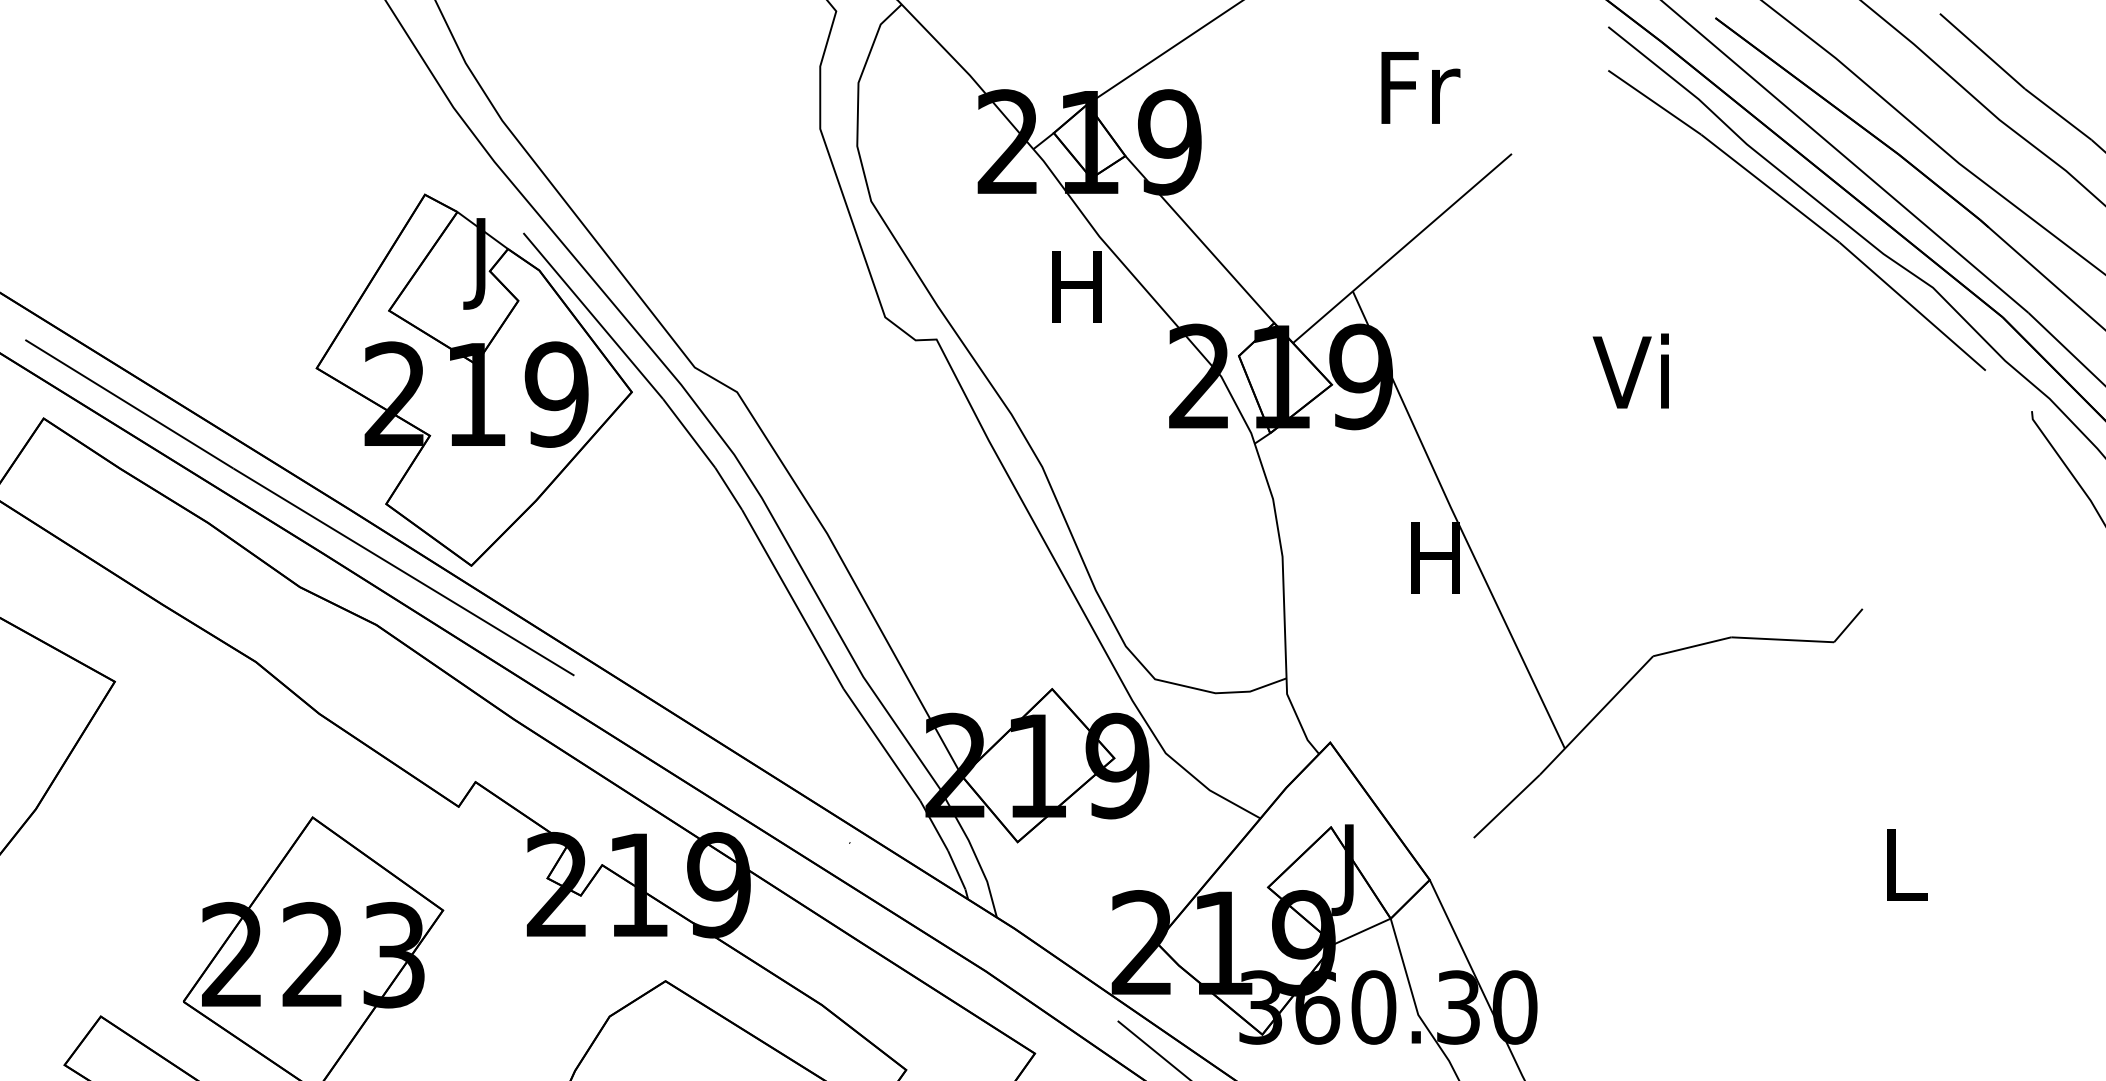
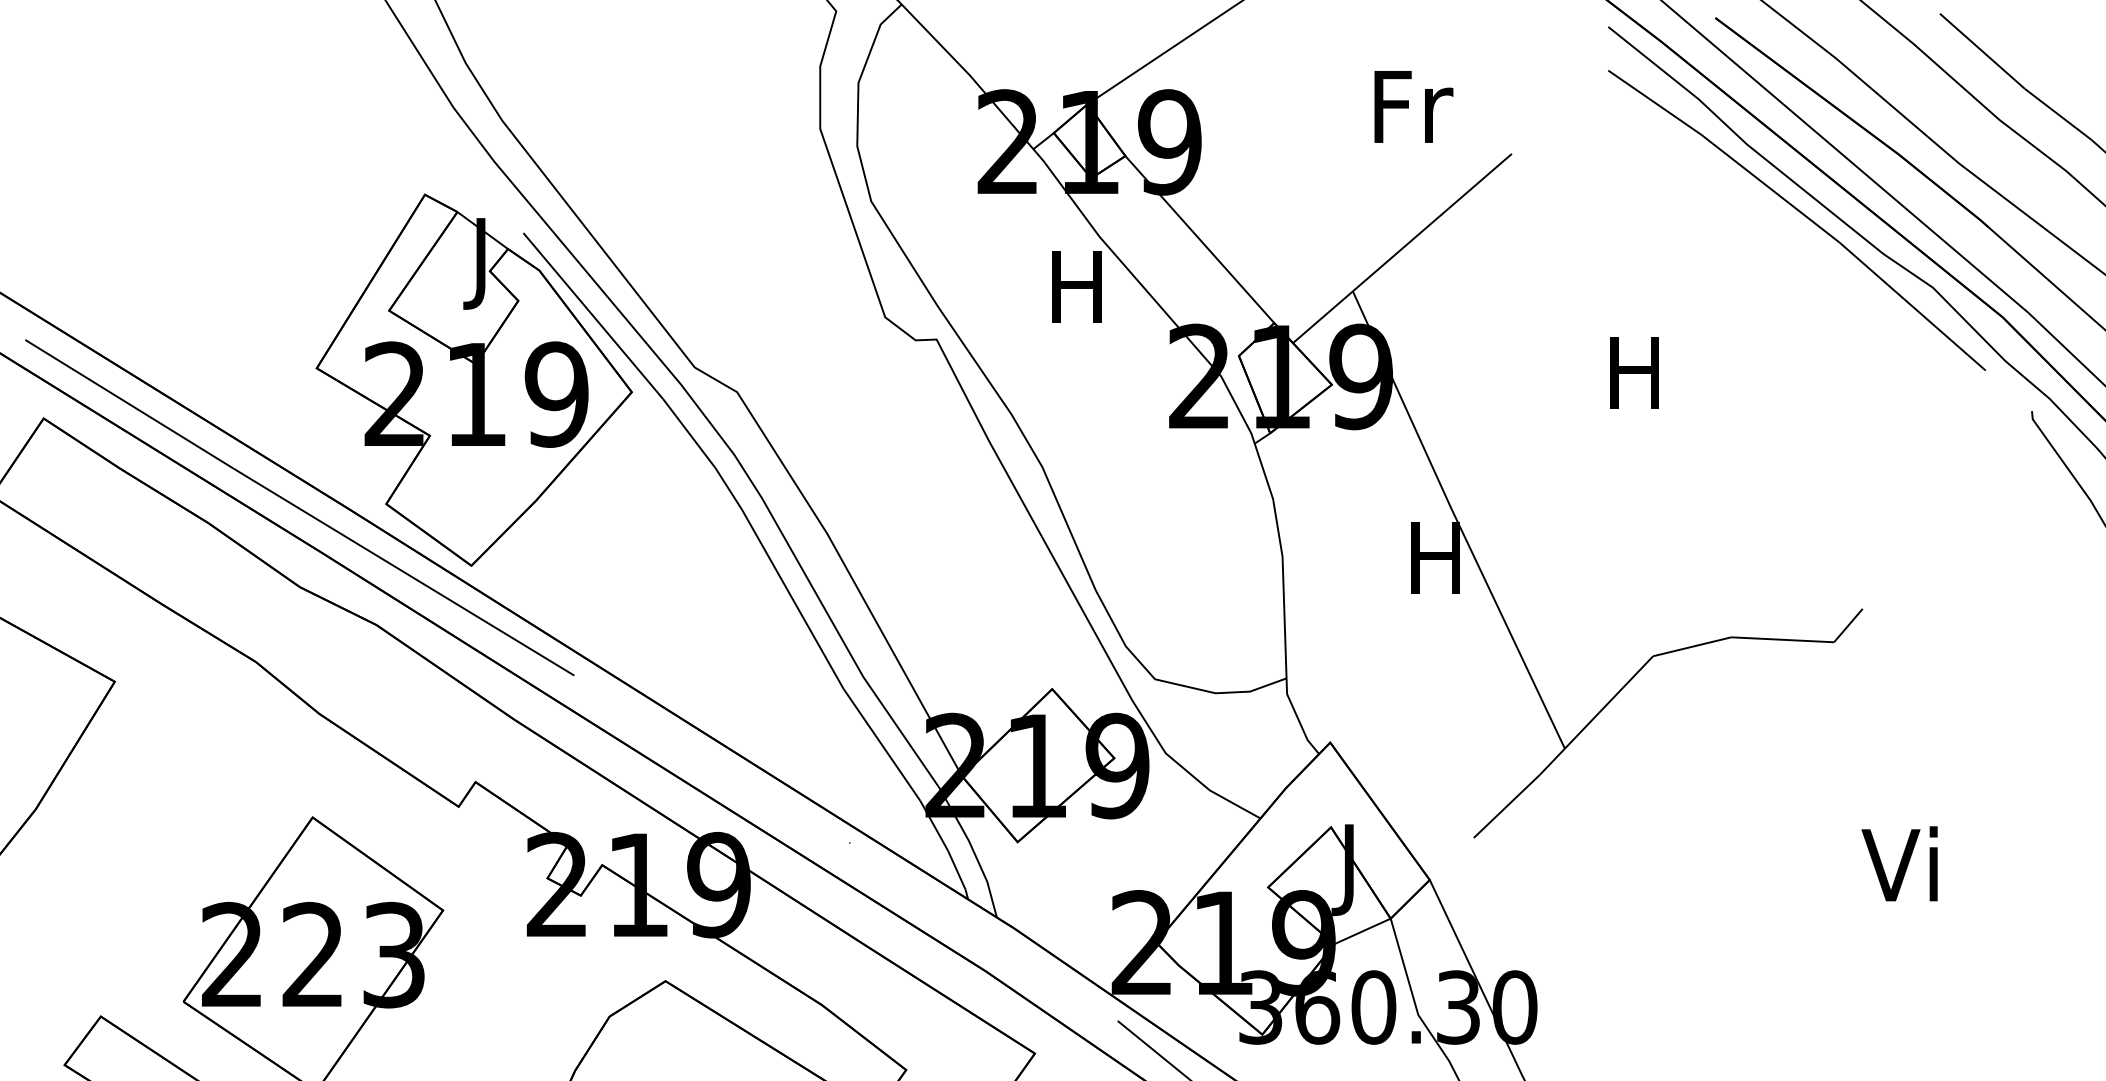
text at (1420, 87) position: (1420, 87) -> (1413, 106)
text at (1630, 370): Vi -> H
text at (1899, 863): L -> Vi
